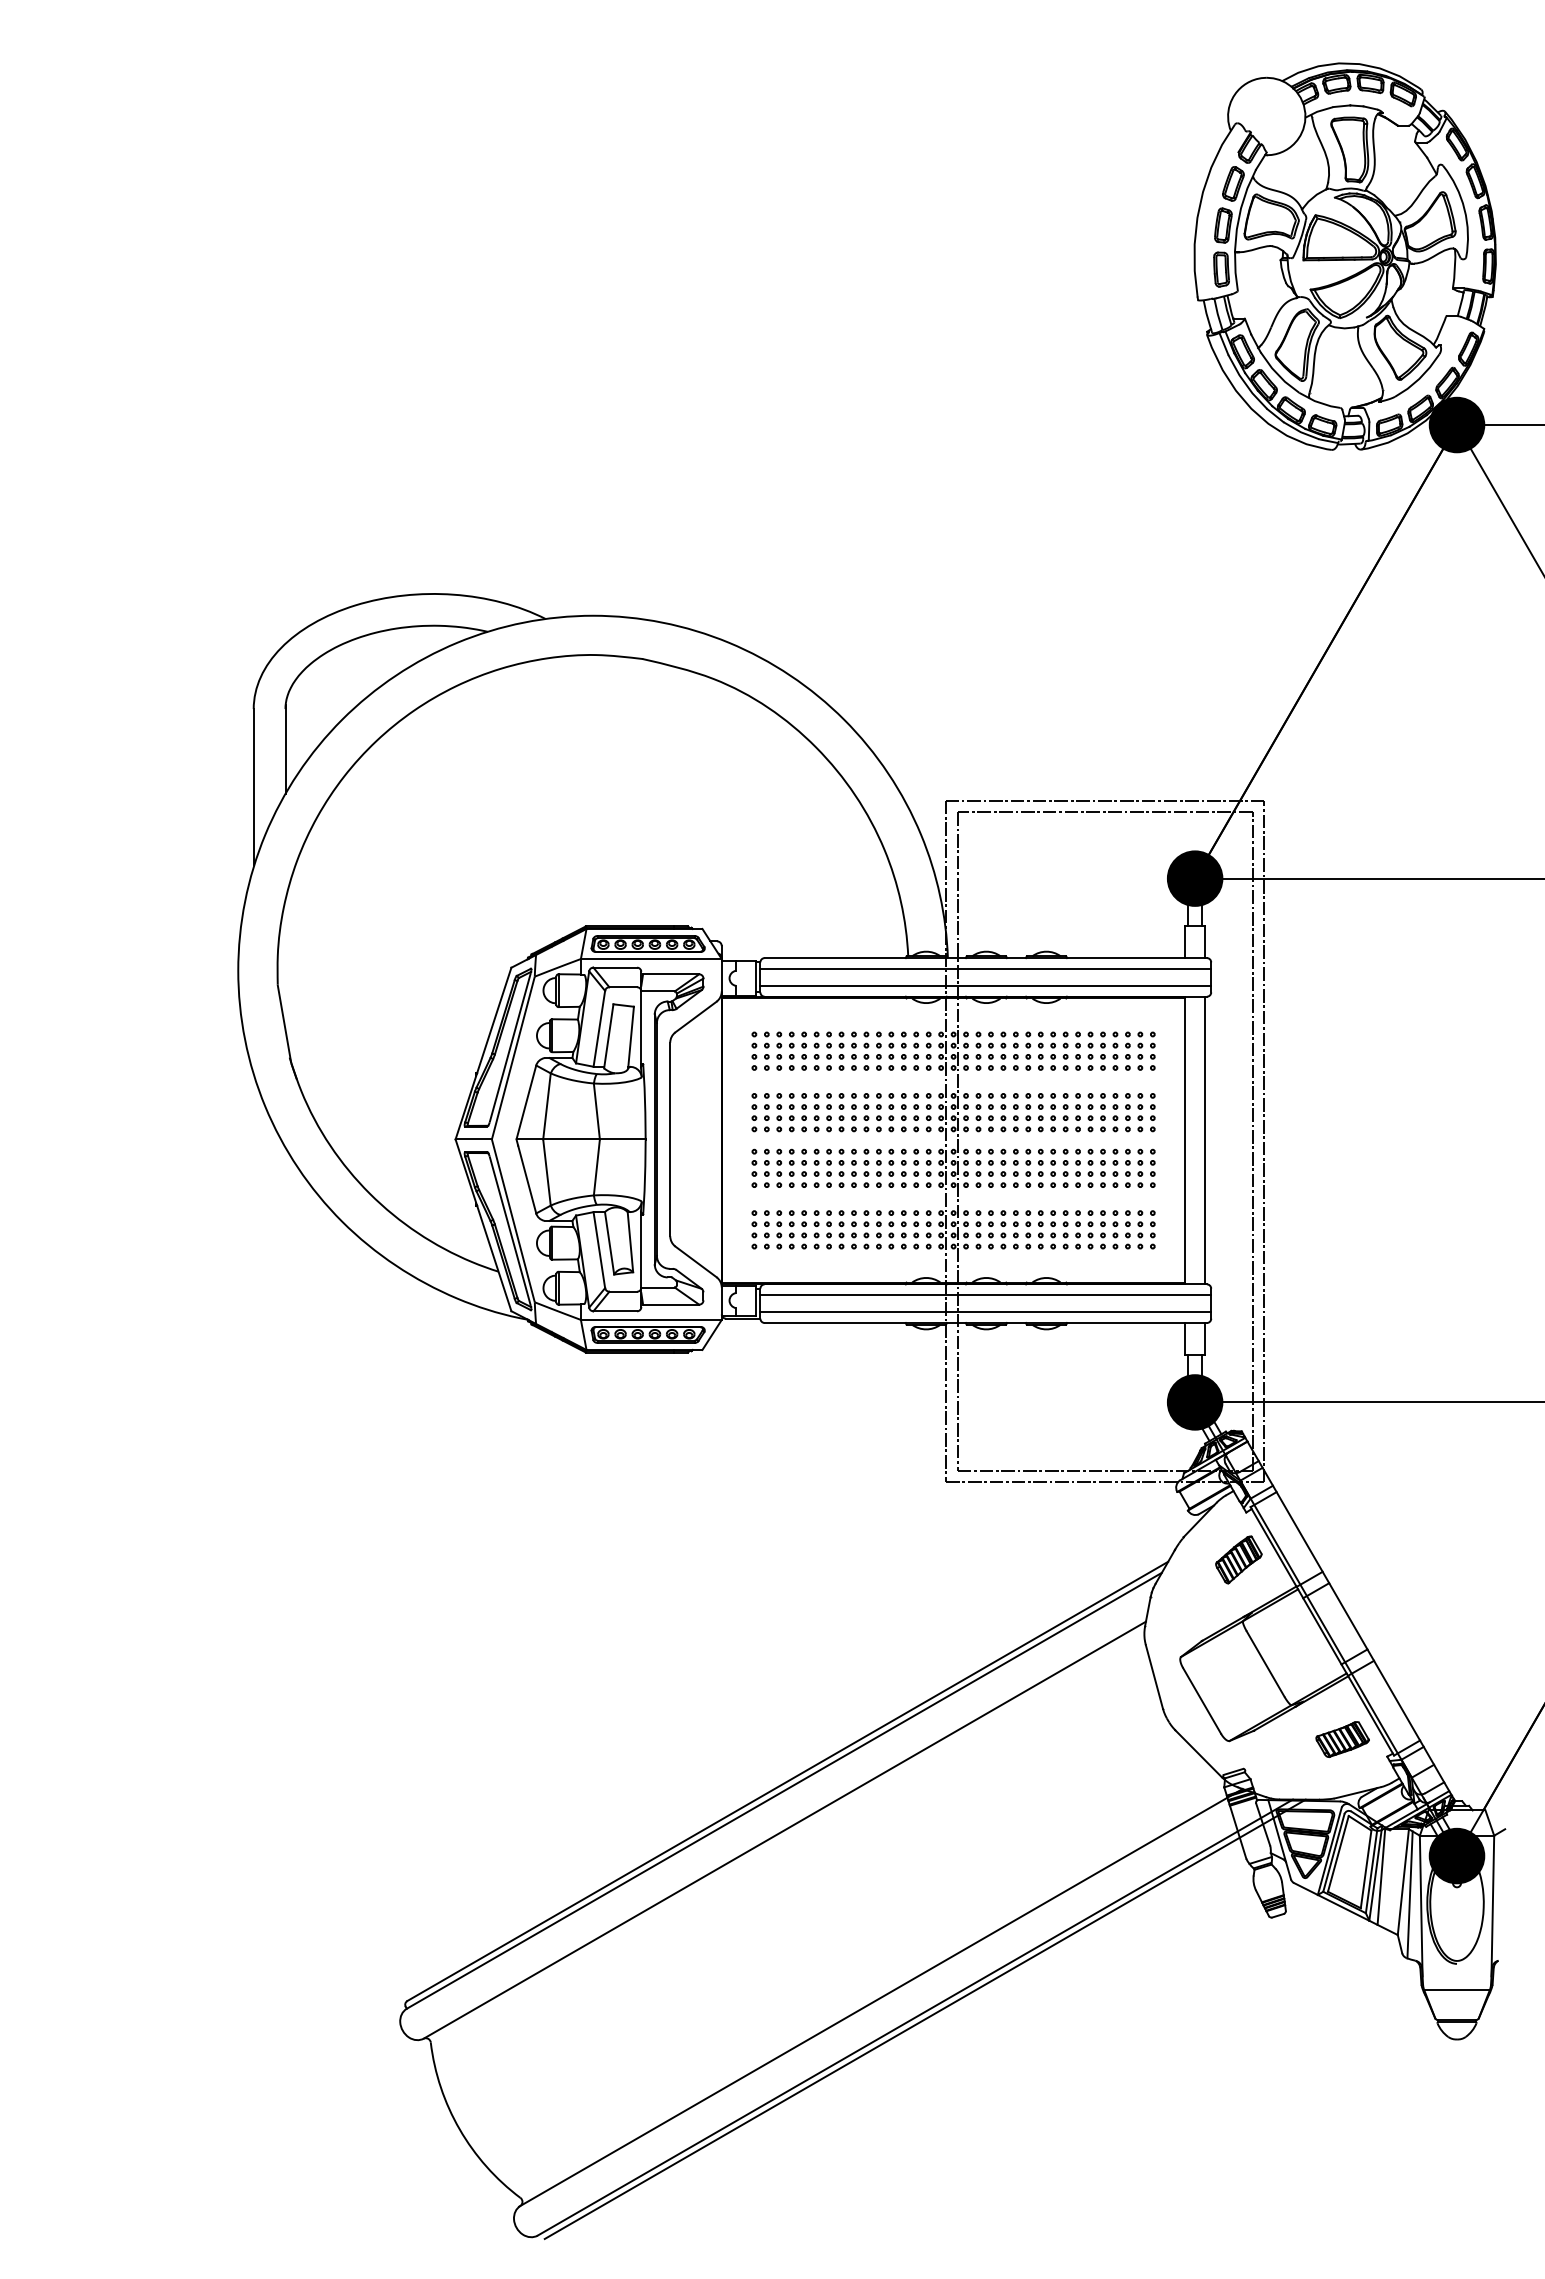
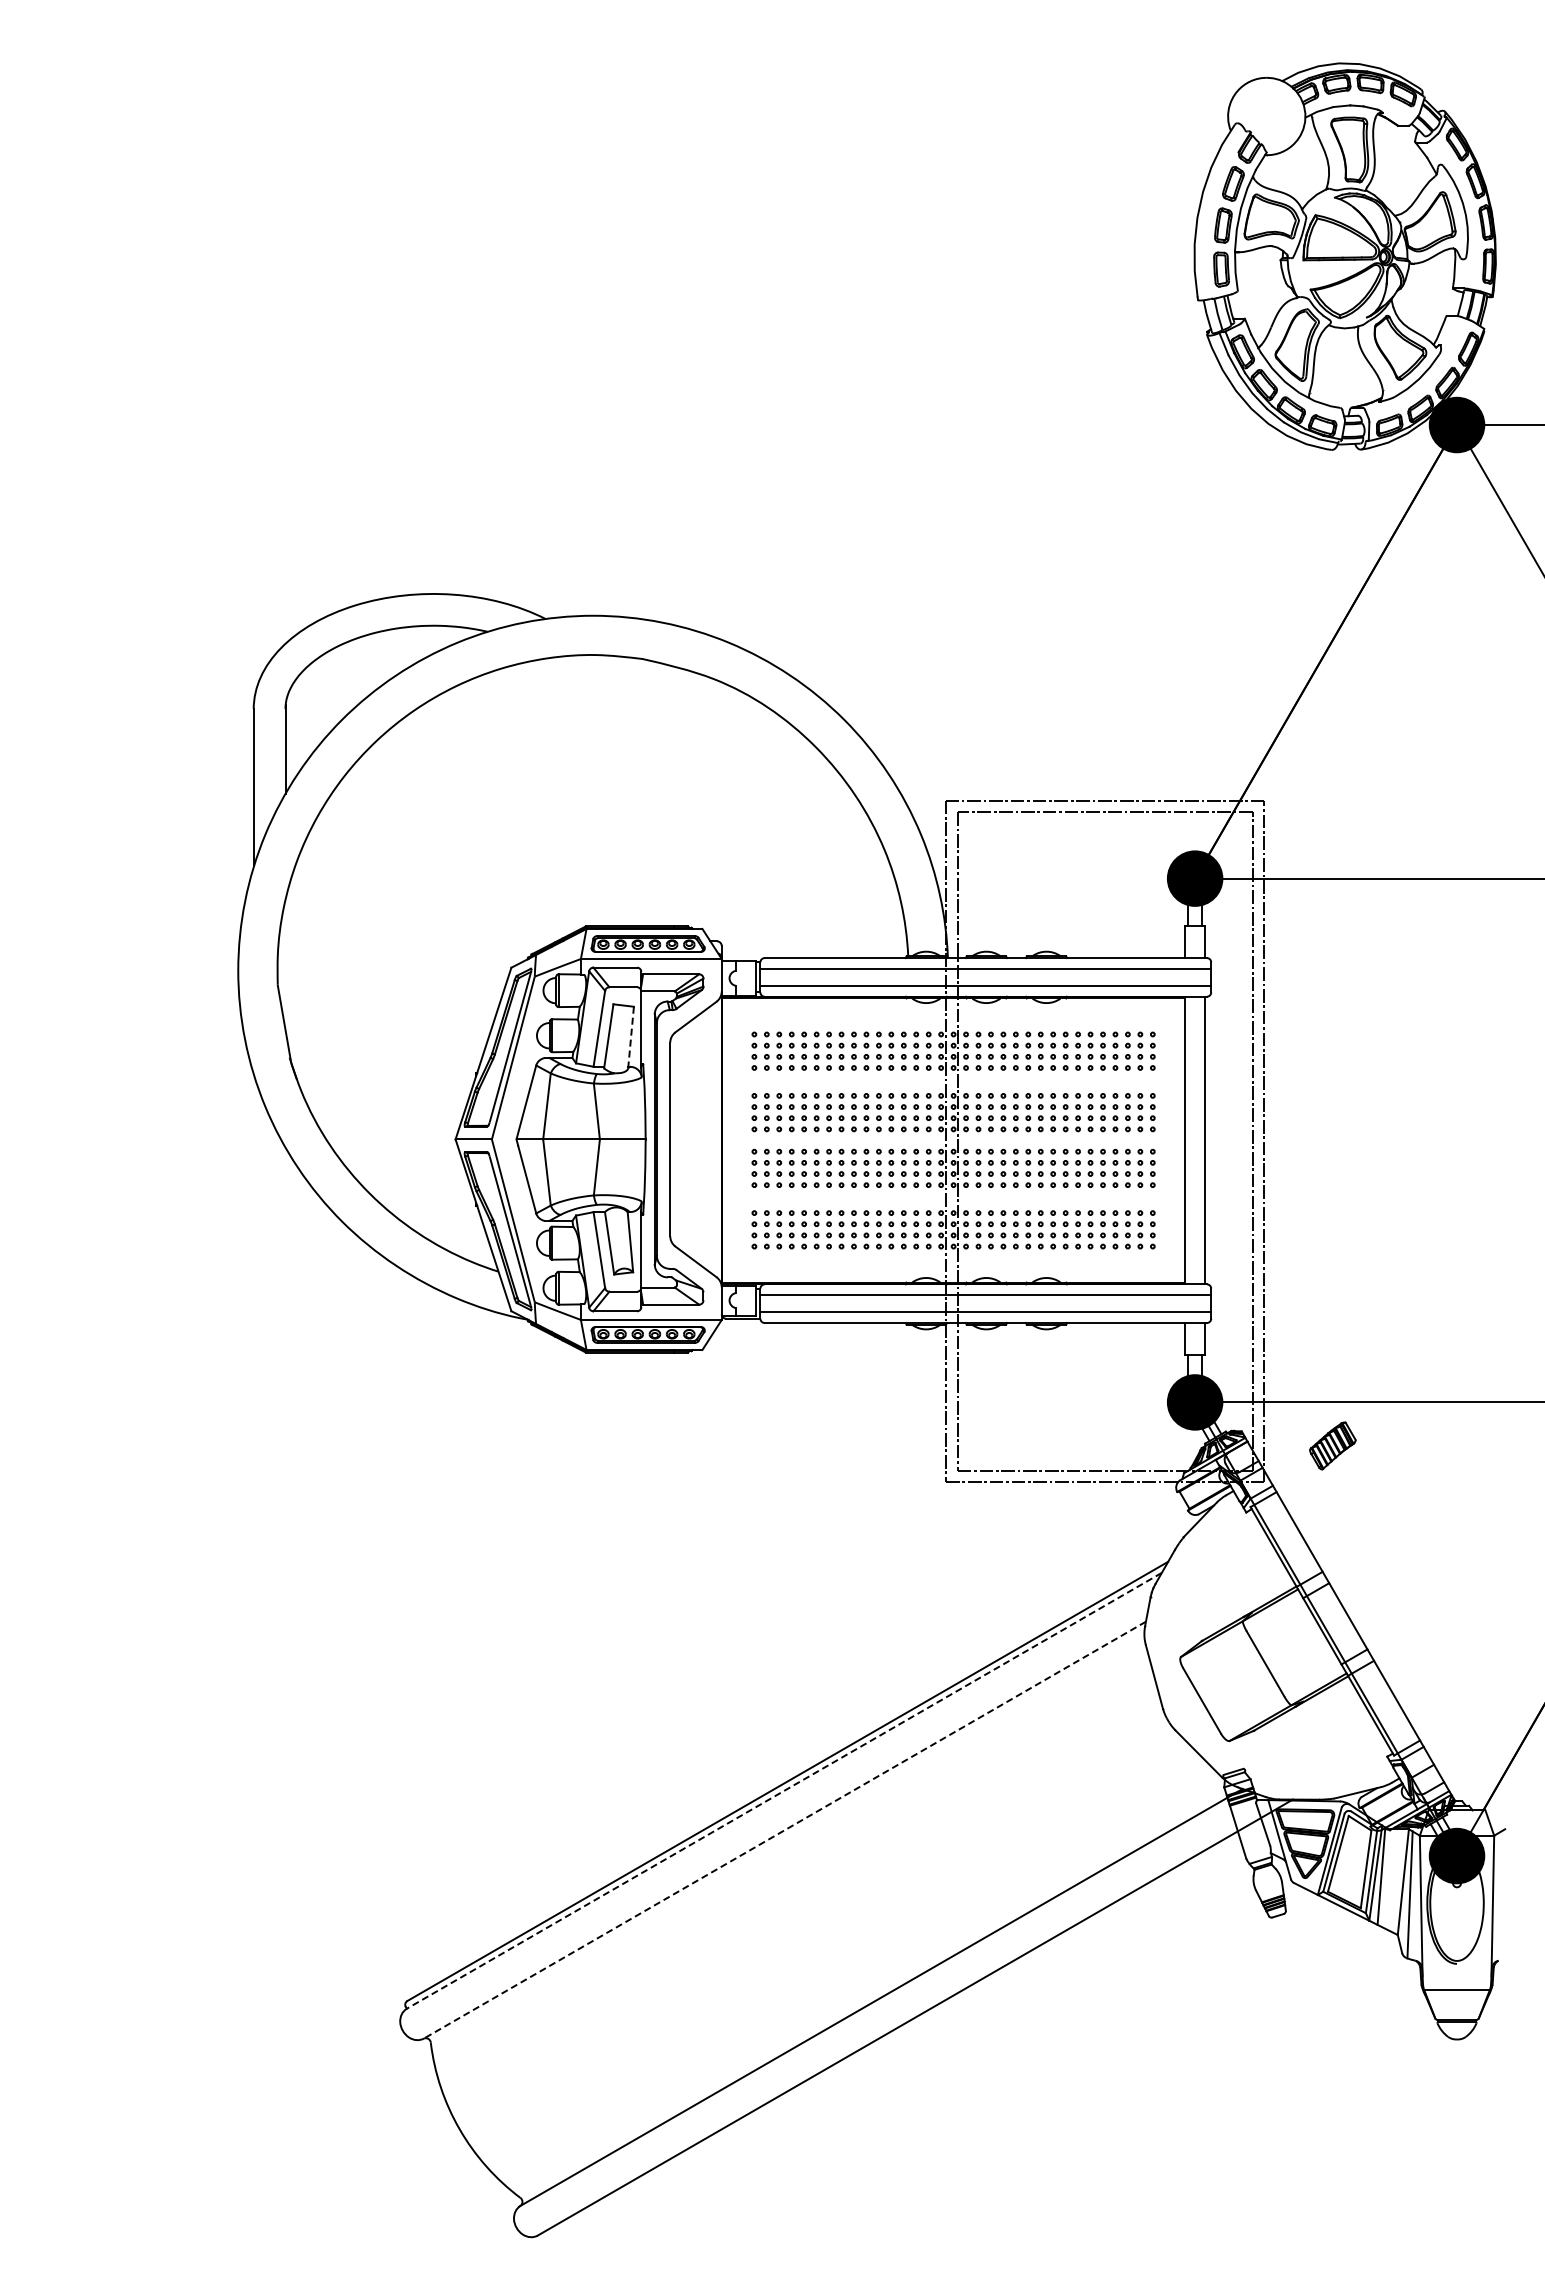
line at (631, 1037): solid -> dashed
part at (1238, 1559) position: (1238, 1559) -> (1332, 1445)
part at (1342, 1739): present -> none
line at (784, 1790): solid -> dashed
line at (785, 1830): solid -> dashed
line at (924, 2019): present -> none
